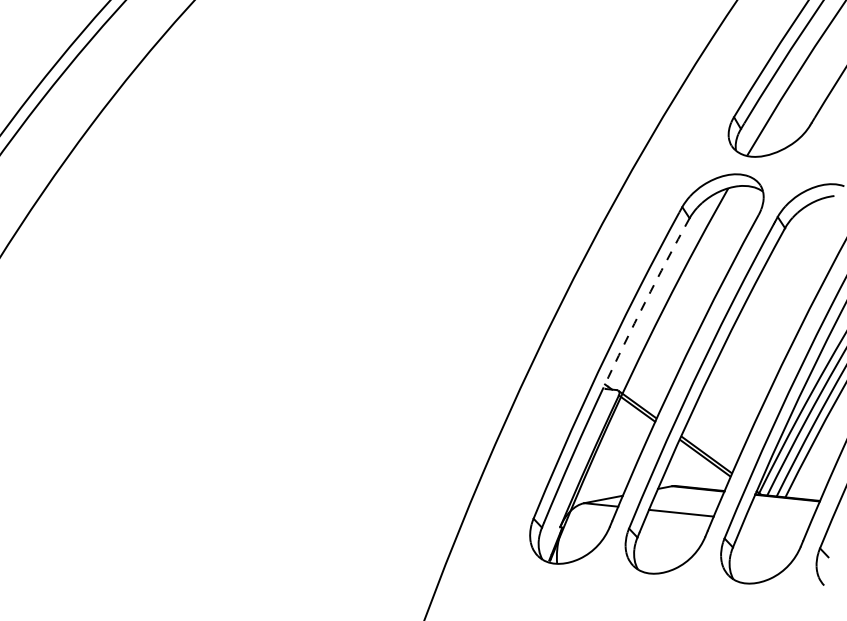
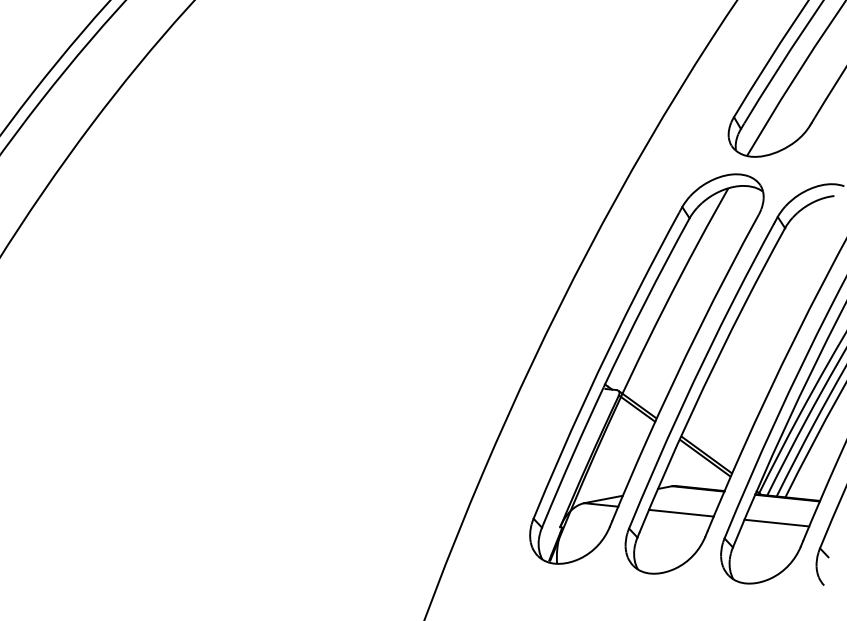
arc at (645, 302): dashed -> solid
line at (776, 522): none -> present
